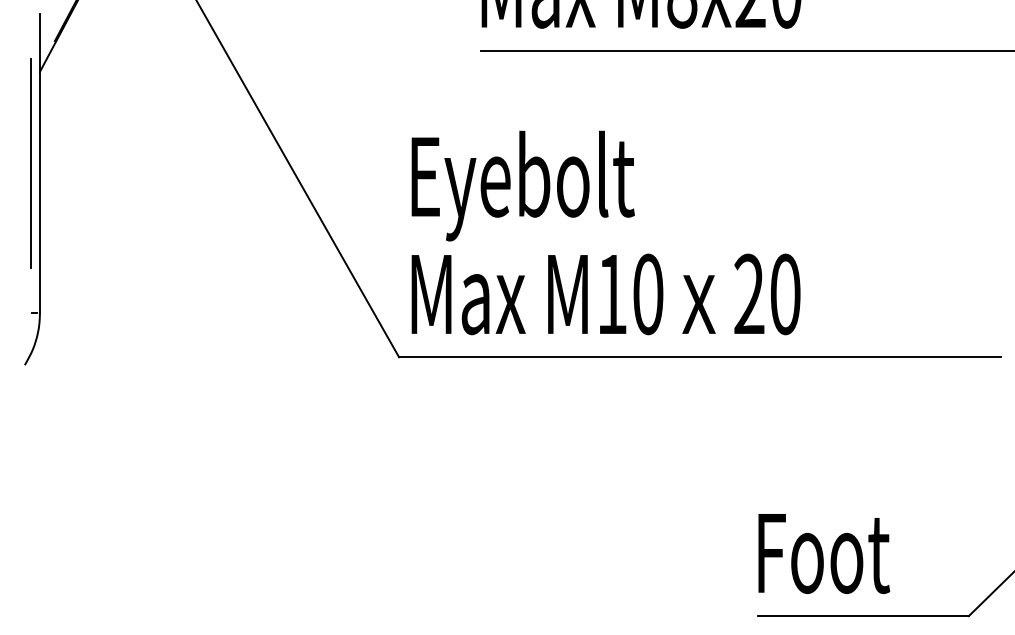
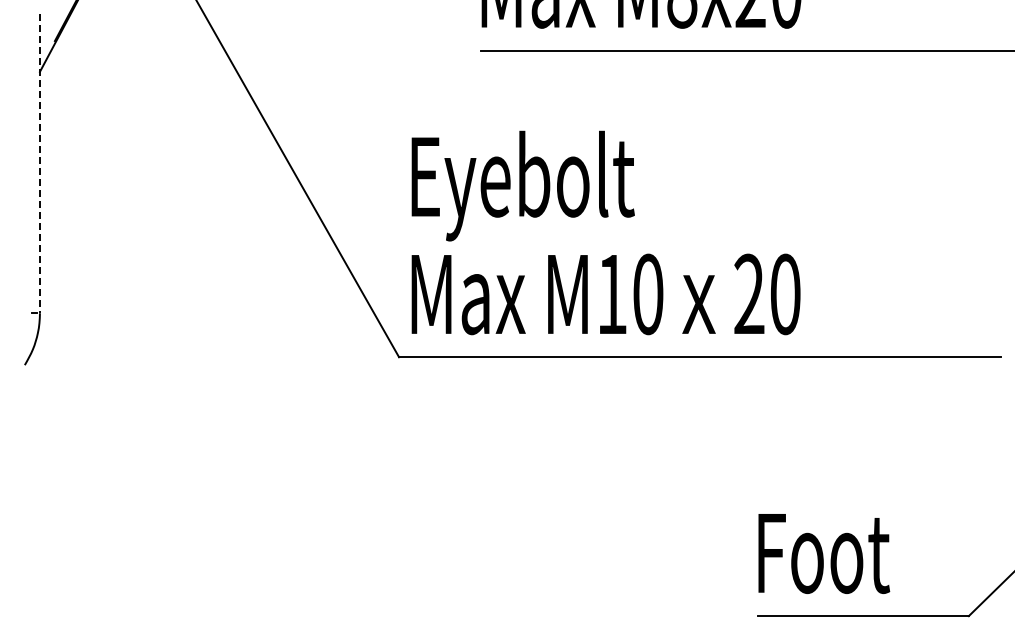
line at (30, 163): present -> none
line at (39, 164): solid -> dashed
